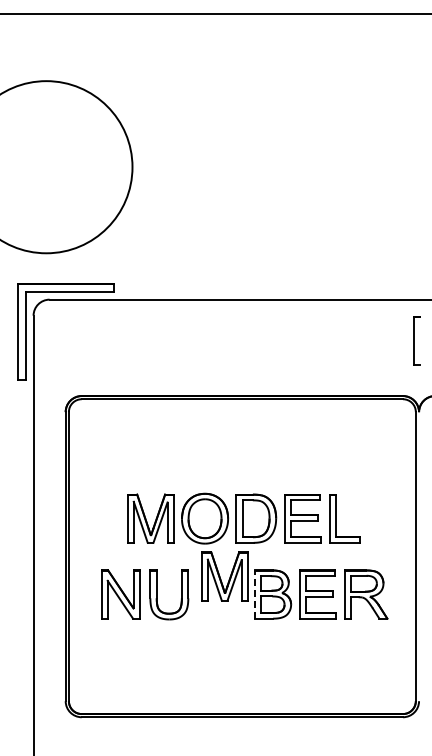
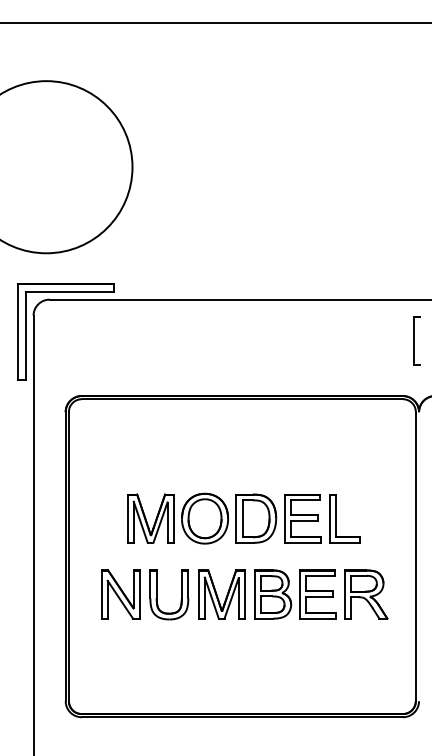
line at (215, 13) position: (215, 13) -> (215, 22)
part at (224, 576) position: (224, 576) -> (221, 594)
line at (254, 594): dashed -> solid
